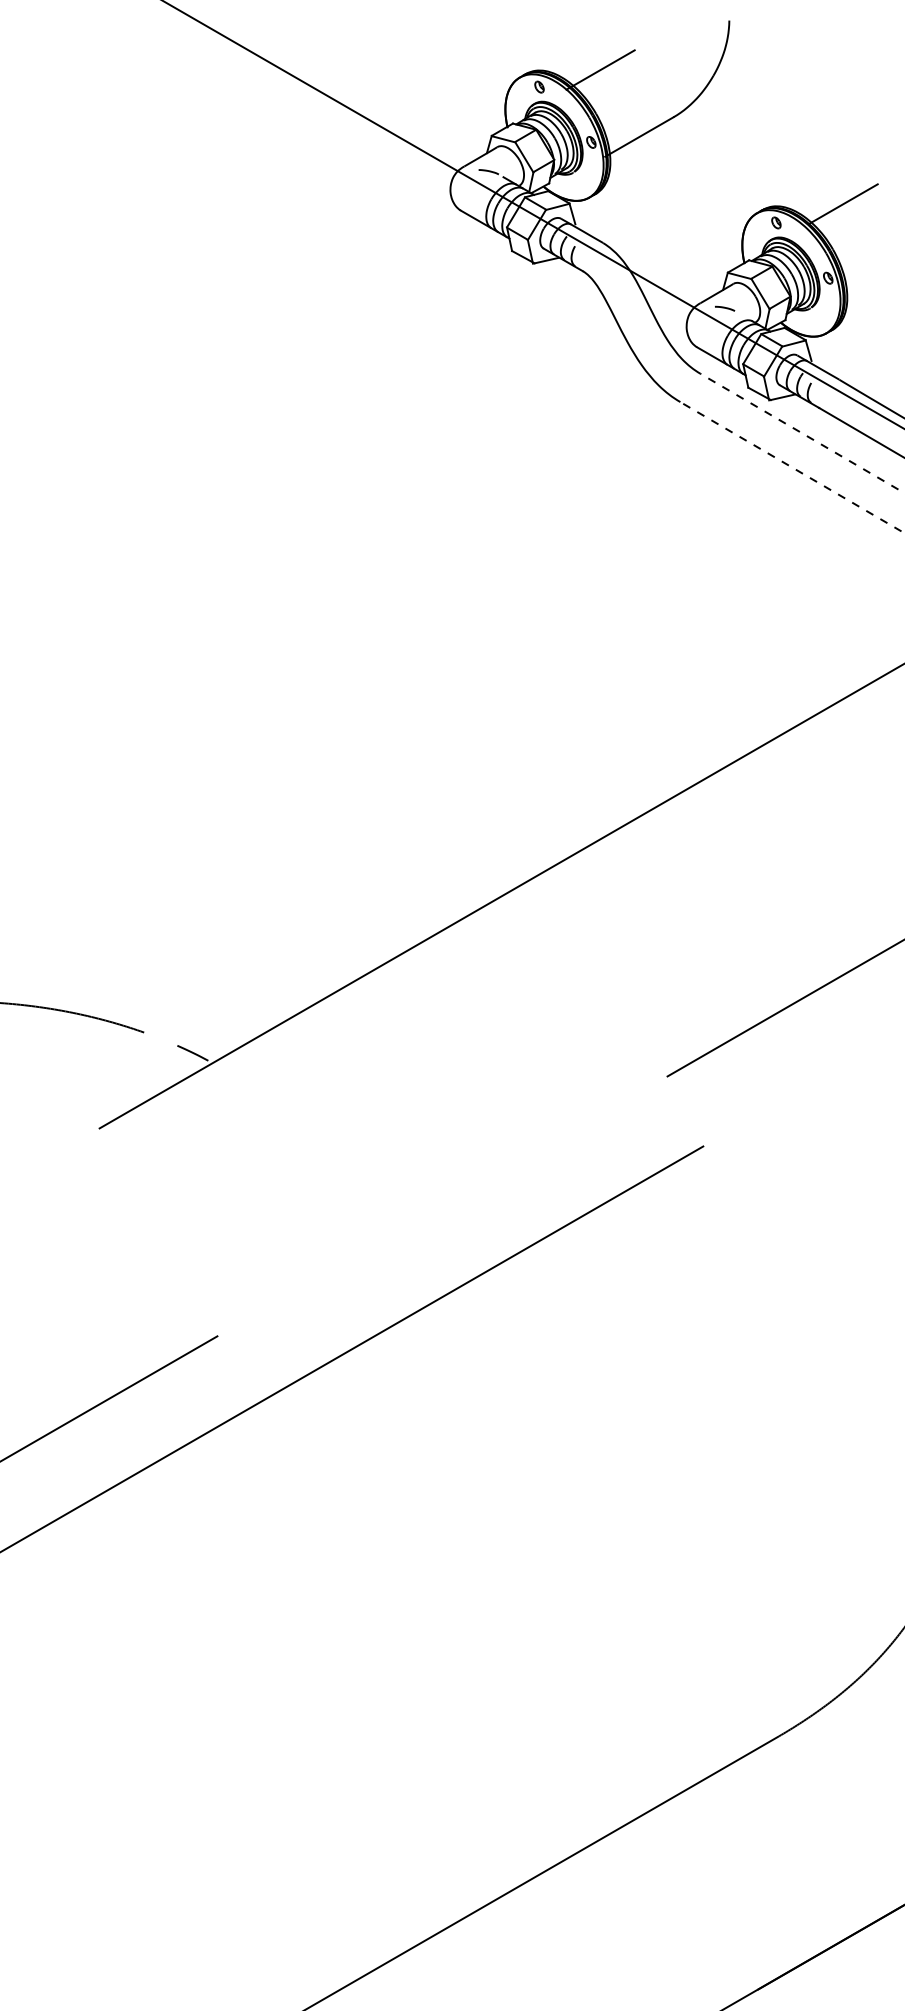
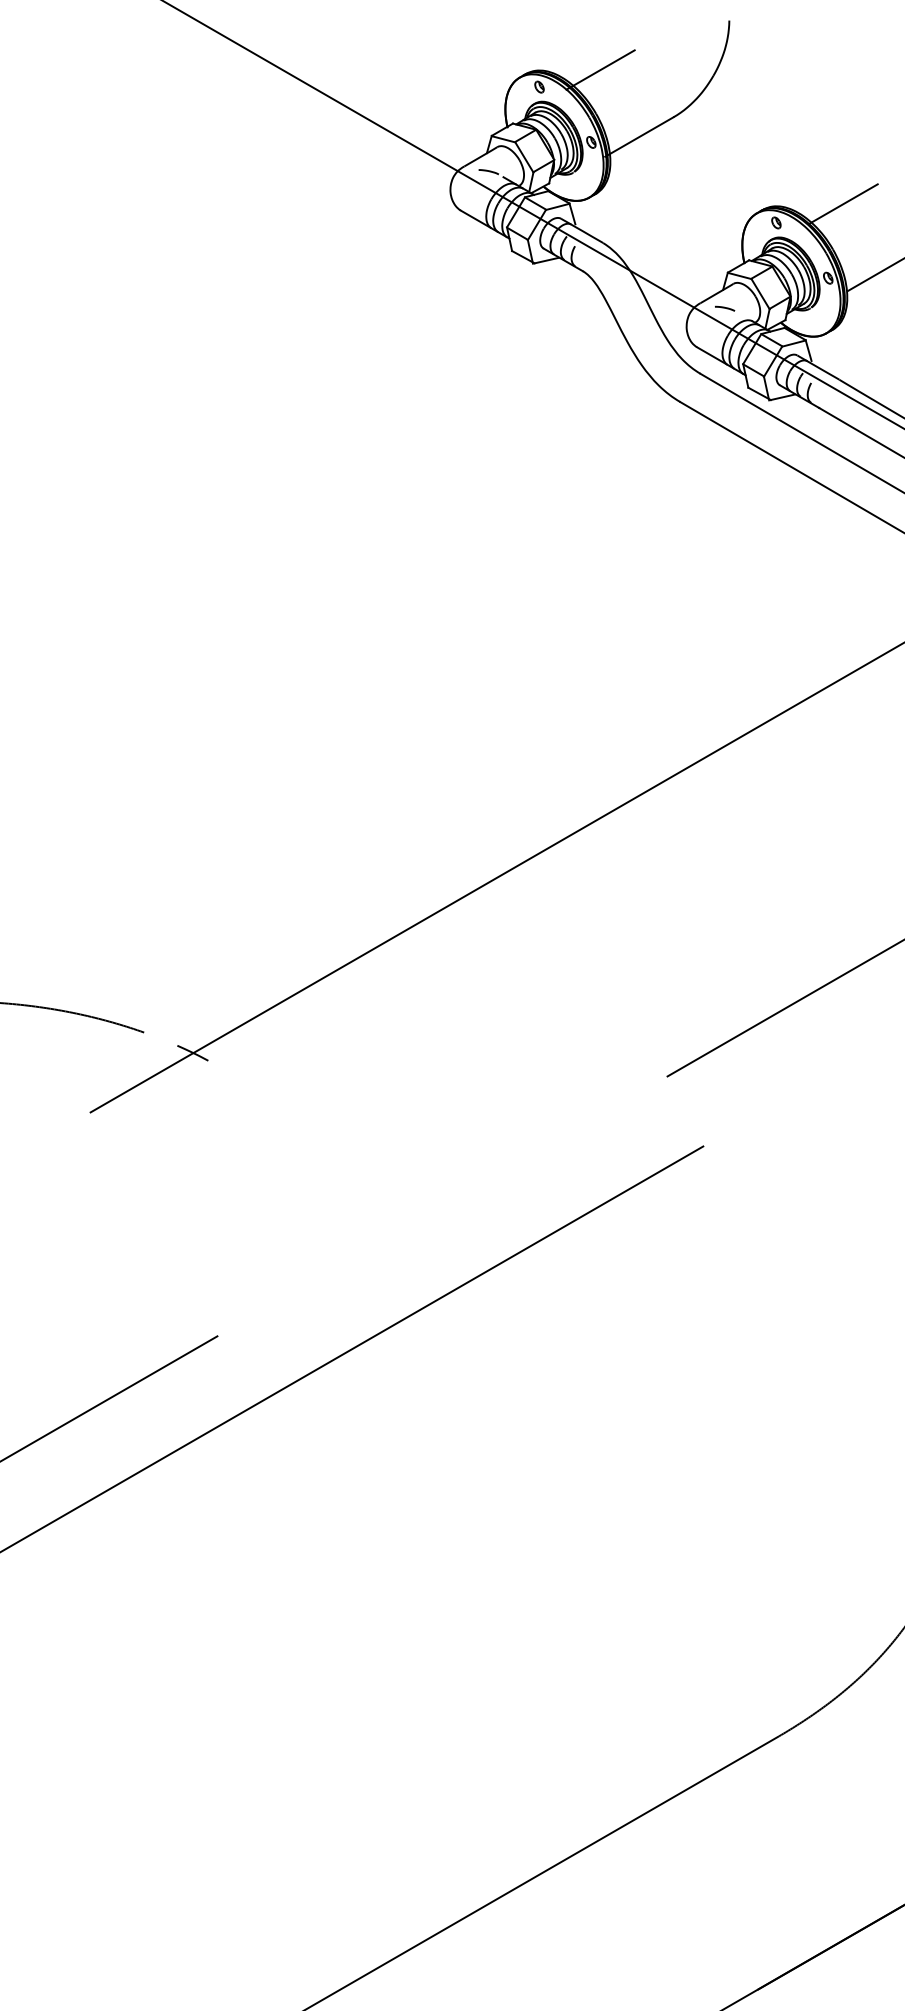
line at (874, 274): none -> present
line at (802, 433): dashed -> solid
line at (792, 467): dashed -> solid
line at (451, 924) position: (451, 924) -> (451, 903)
